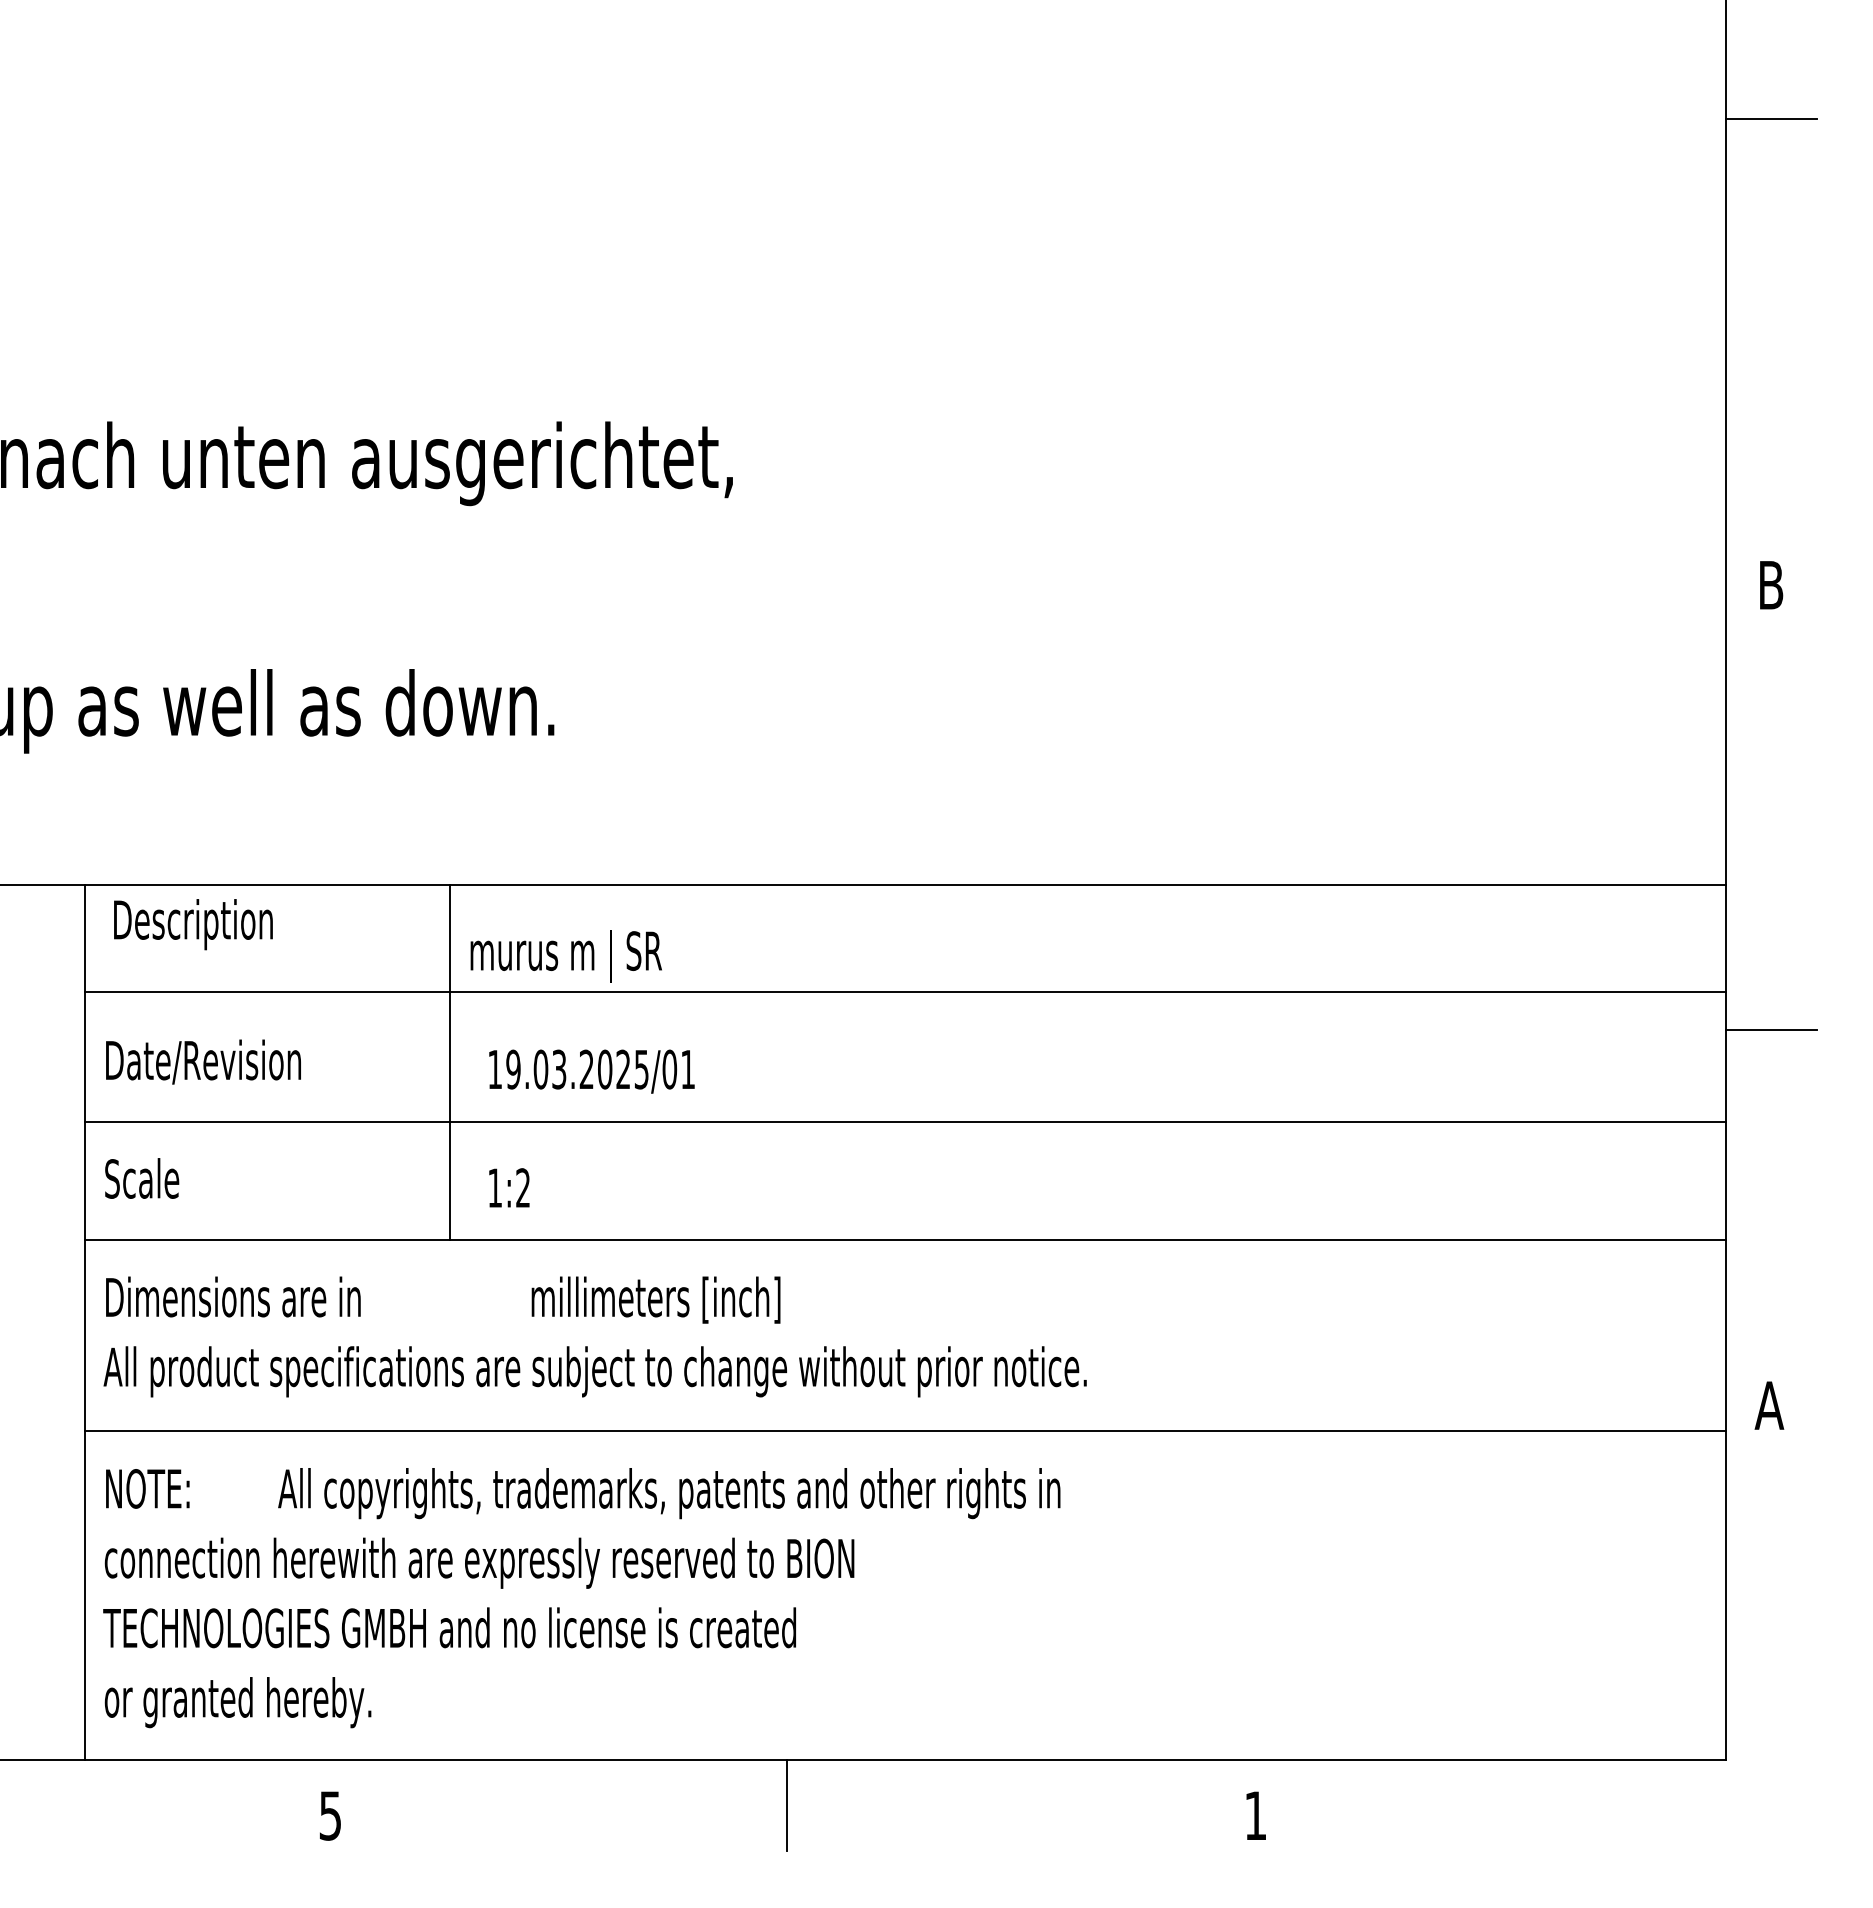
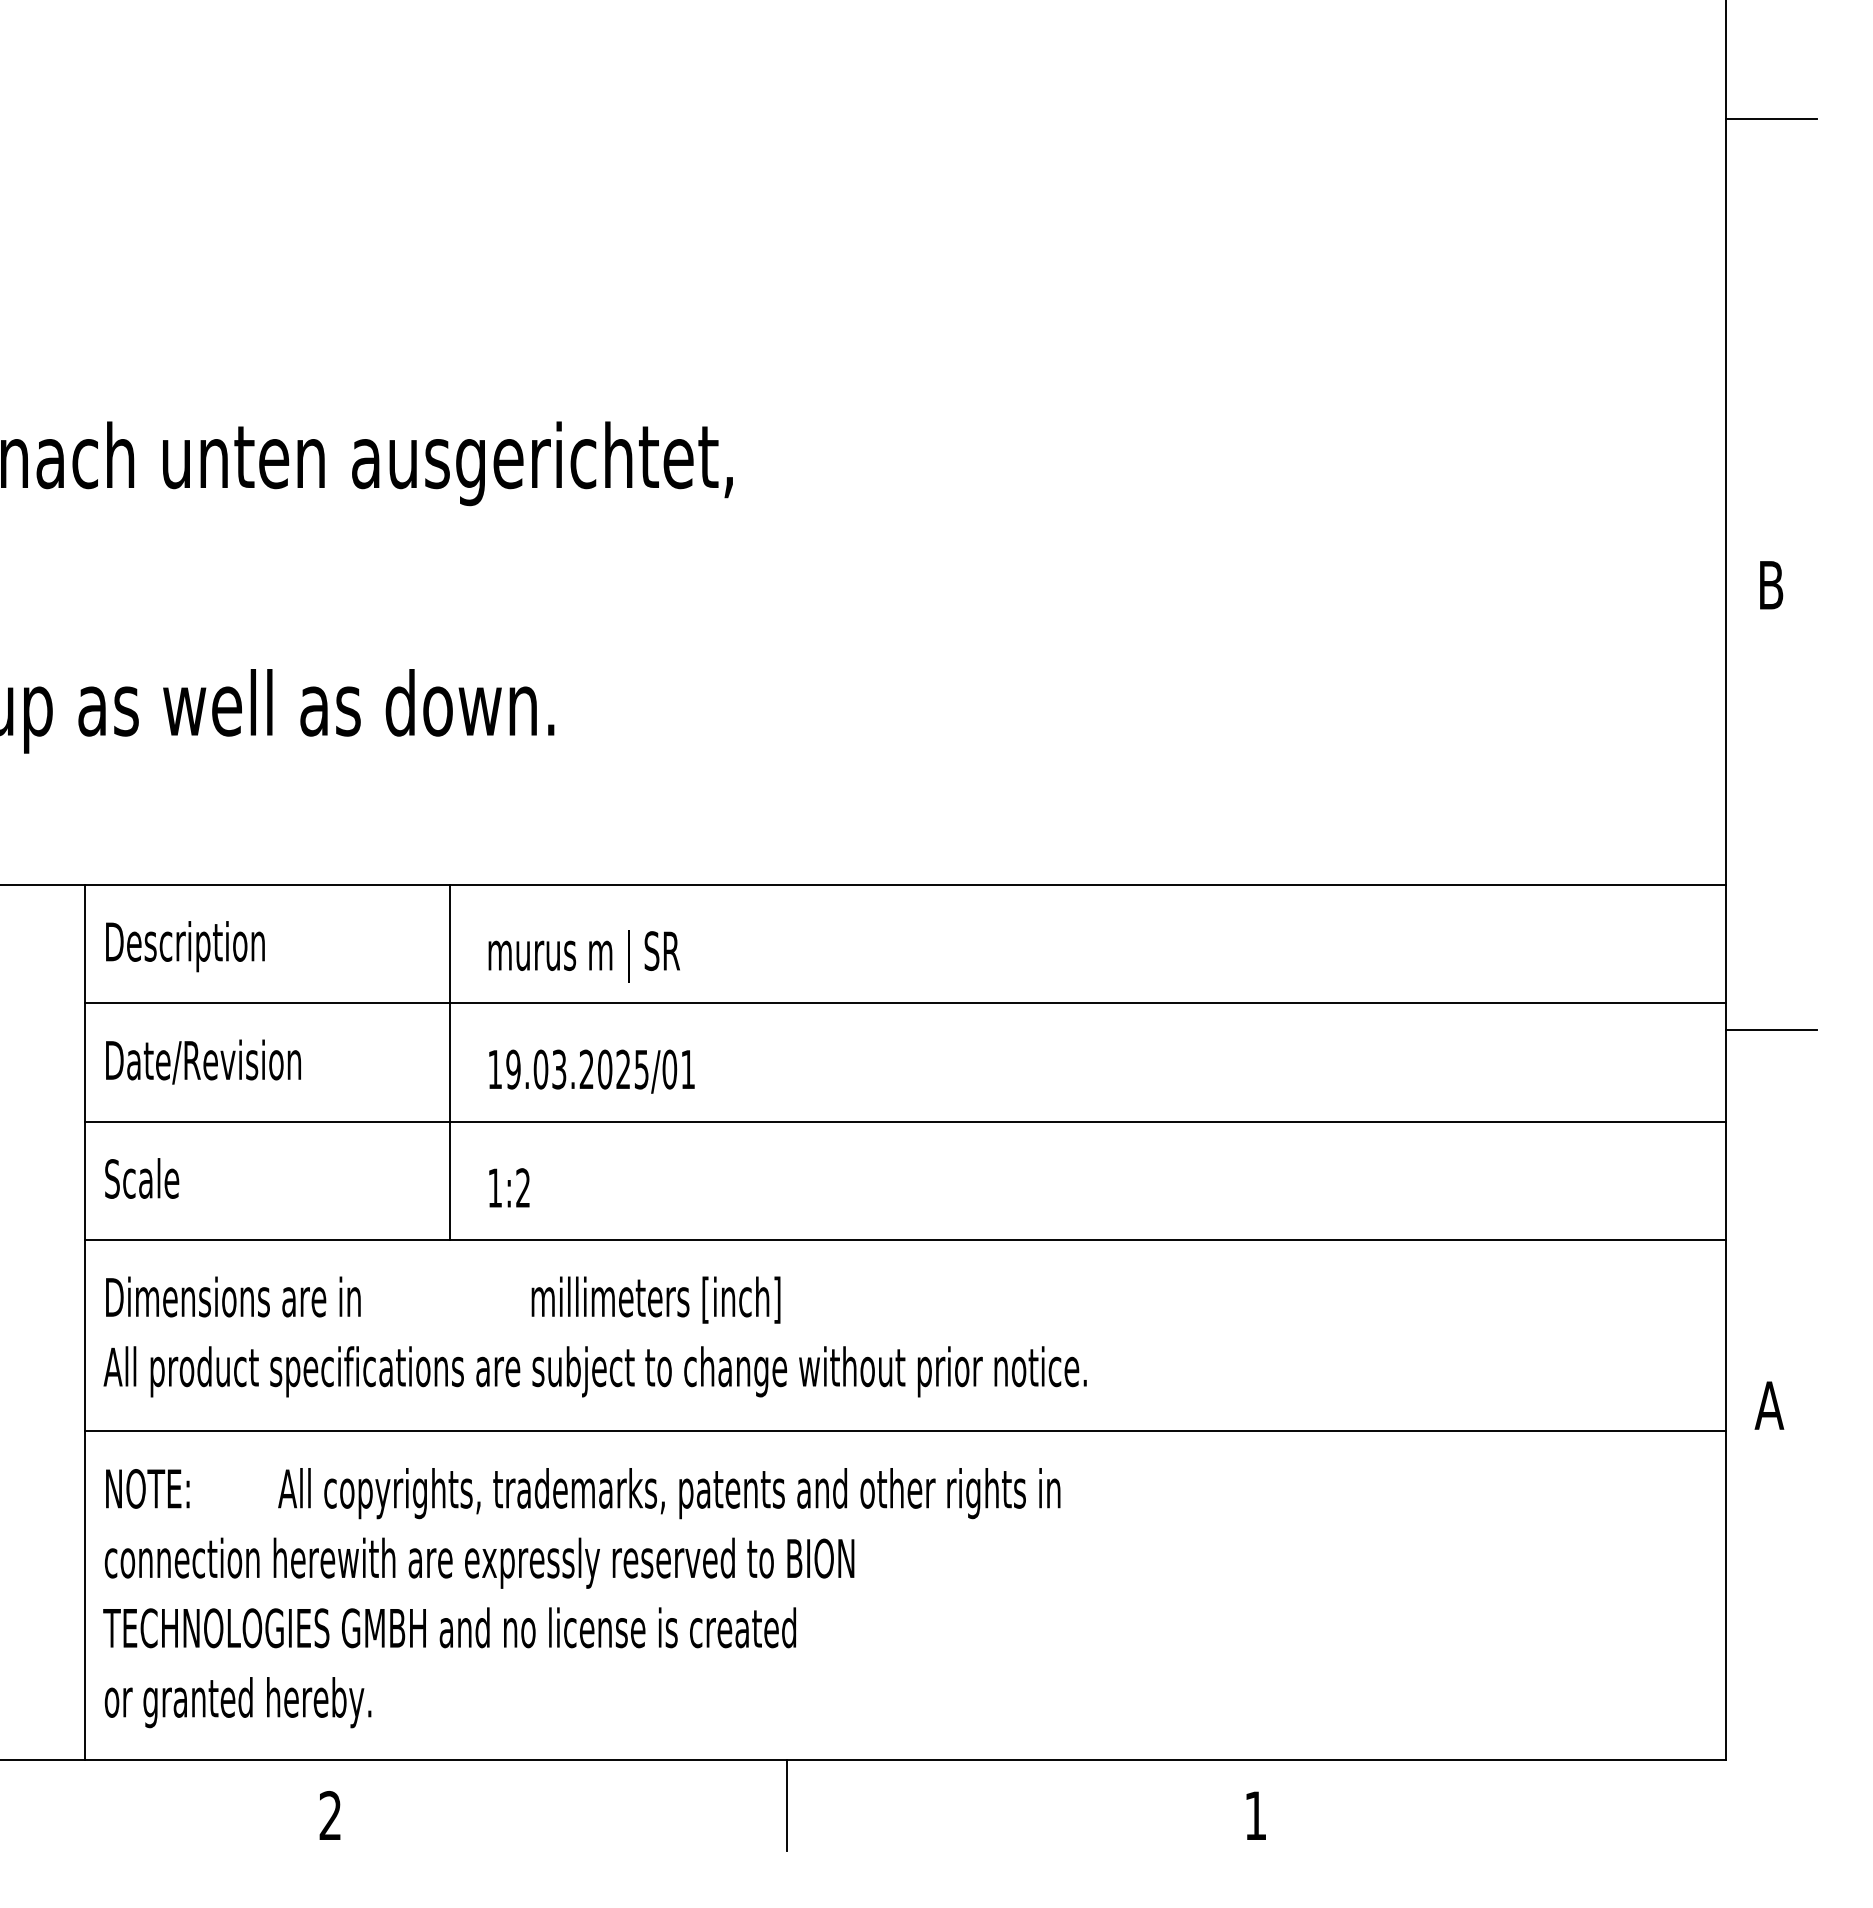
text at (193, 924) position: (193, 924) -> (185, 946)
text at (565, 956) position: (565, 956) -> (583, 956)
line at (905, 992) position: (905, 992) -> (905, 1003)
text at (329, 1815): 5 -> 2
